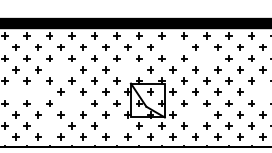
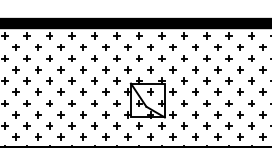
part at (172, 47): none -> present
part at (206, 58): none -> present
part at (60, 69): none -> present
part at (127, 69): none -> present
part at (15, 91): none -> present
part at (38, 91): none -> present
part at (262, 91): none -> present
part at (71, 103): none -> present
part at (195, 114): none -> present
part at (49, 125): none -> present
part at (116, 125): none -> present
